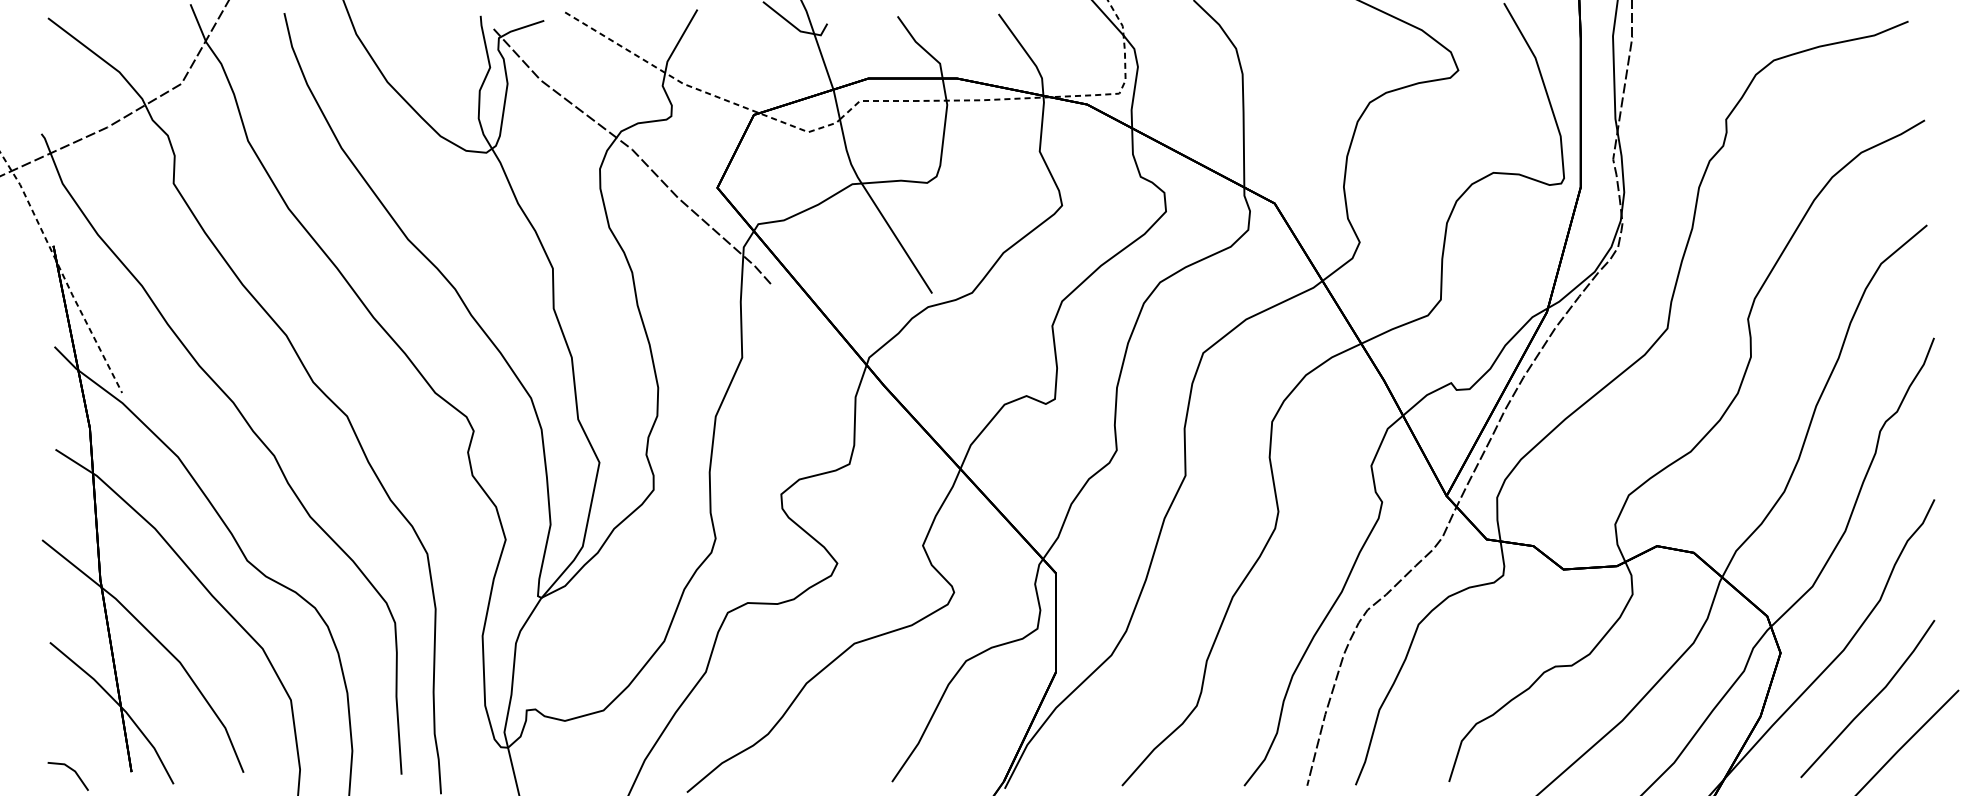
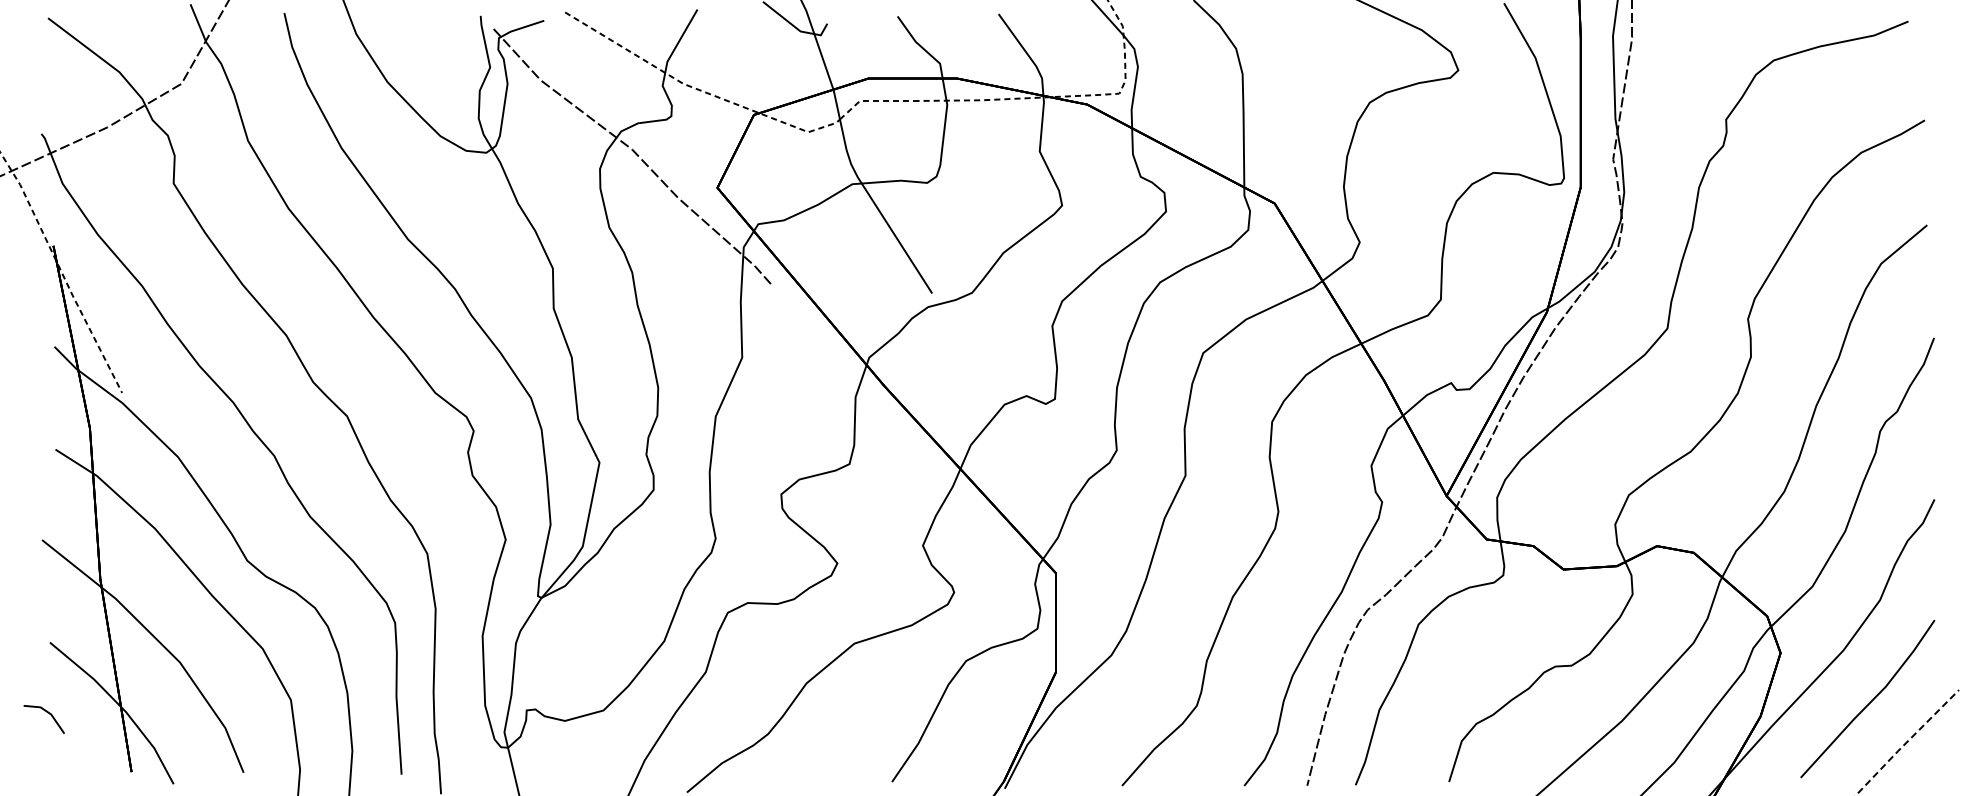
line at (1907, 742): solid -> dashed
line at (71, 770) position: (71, 770) -> (47, 713)
